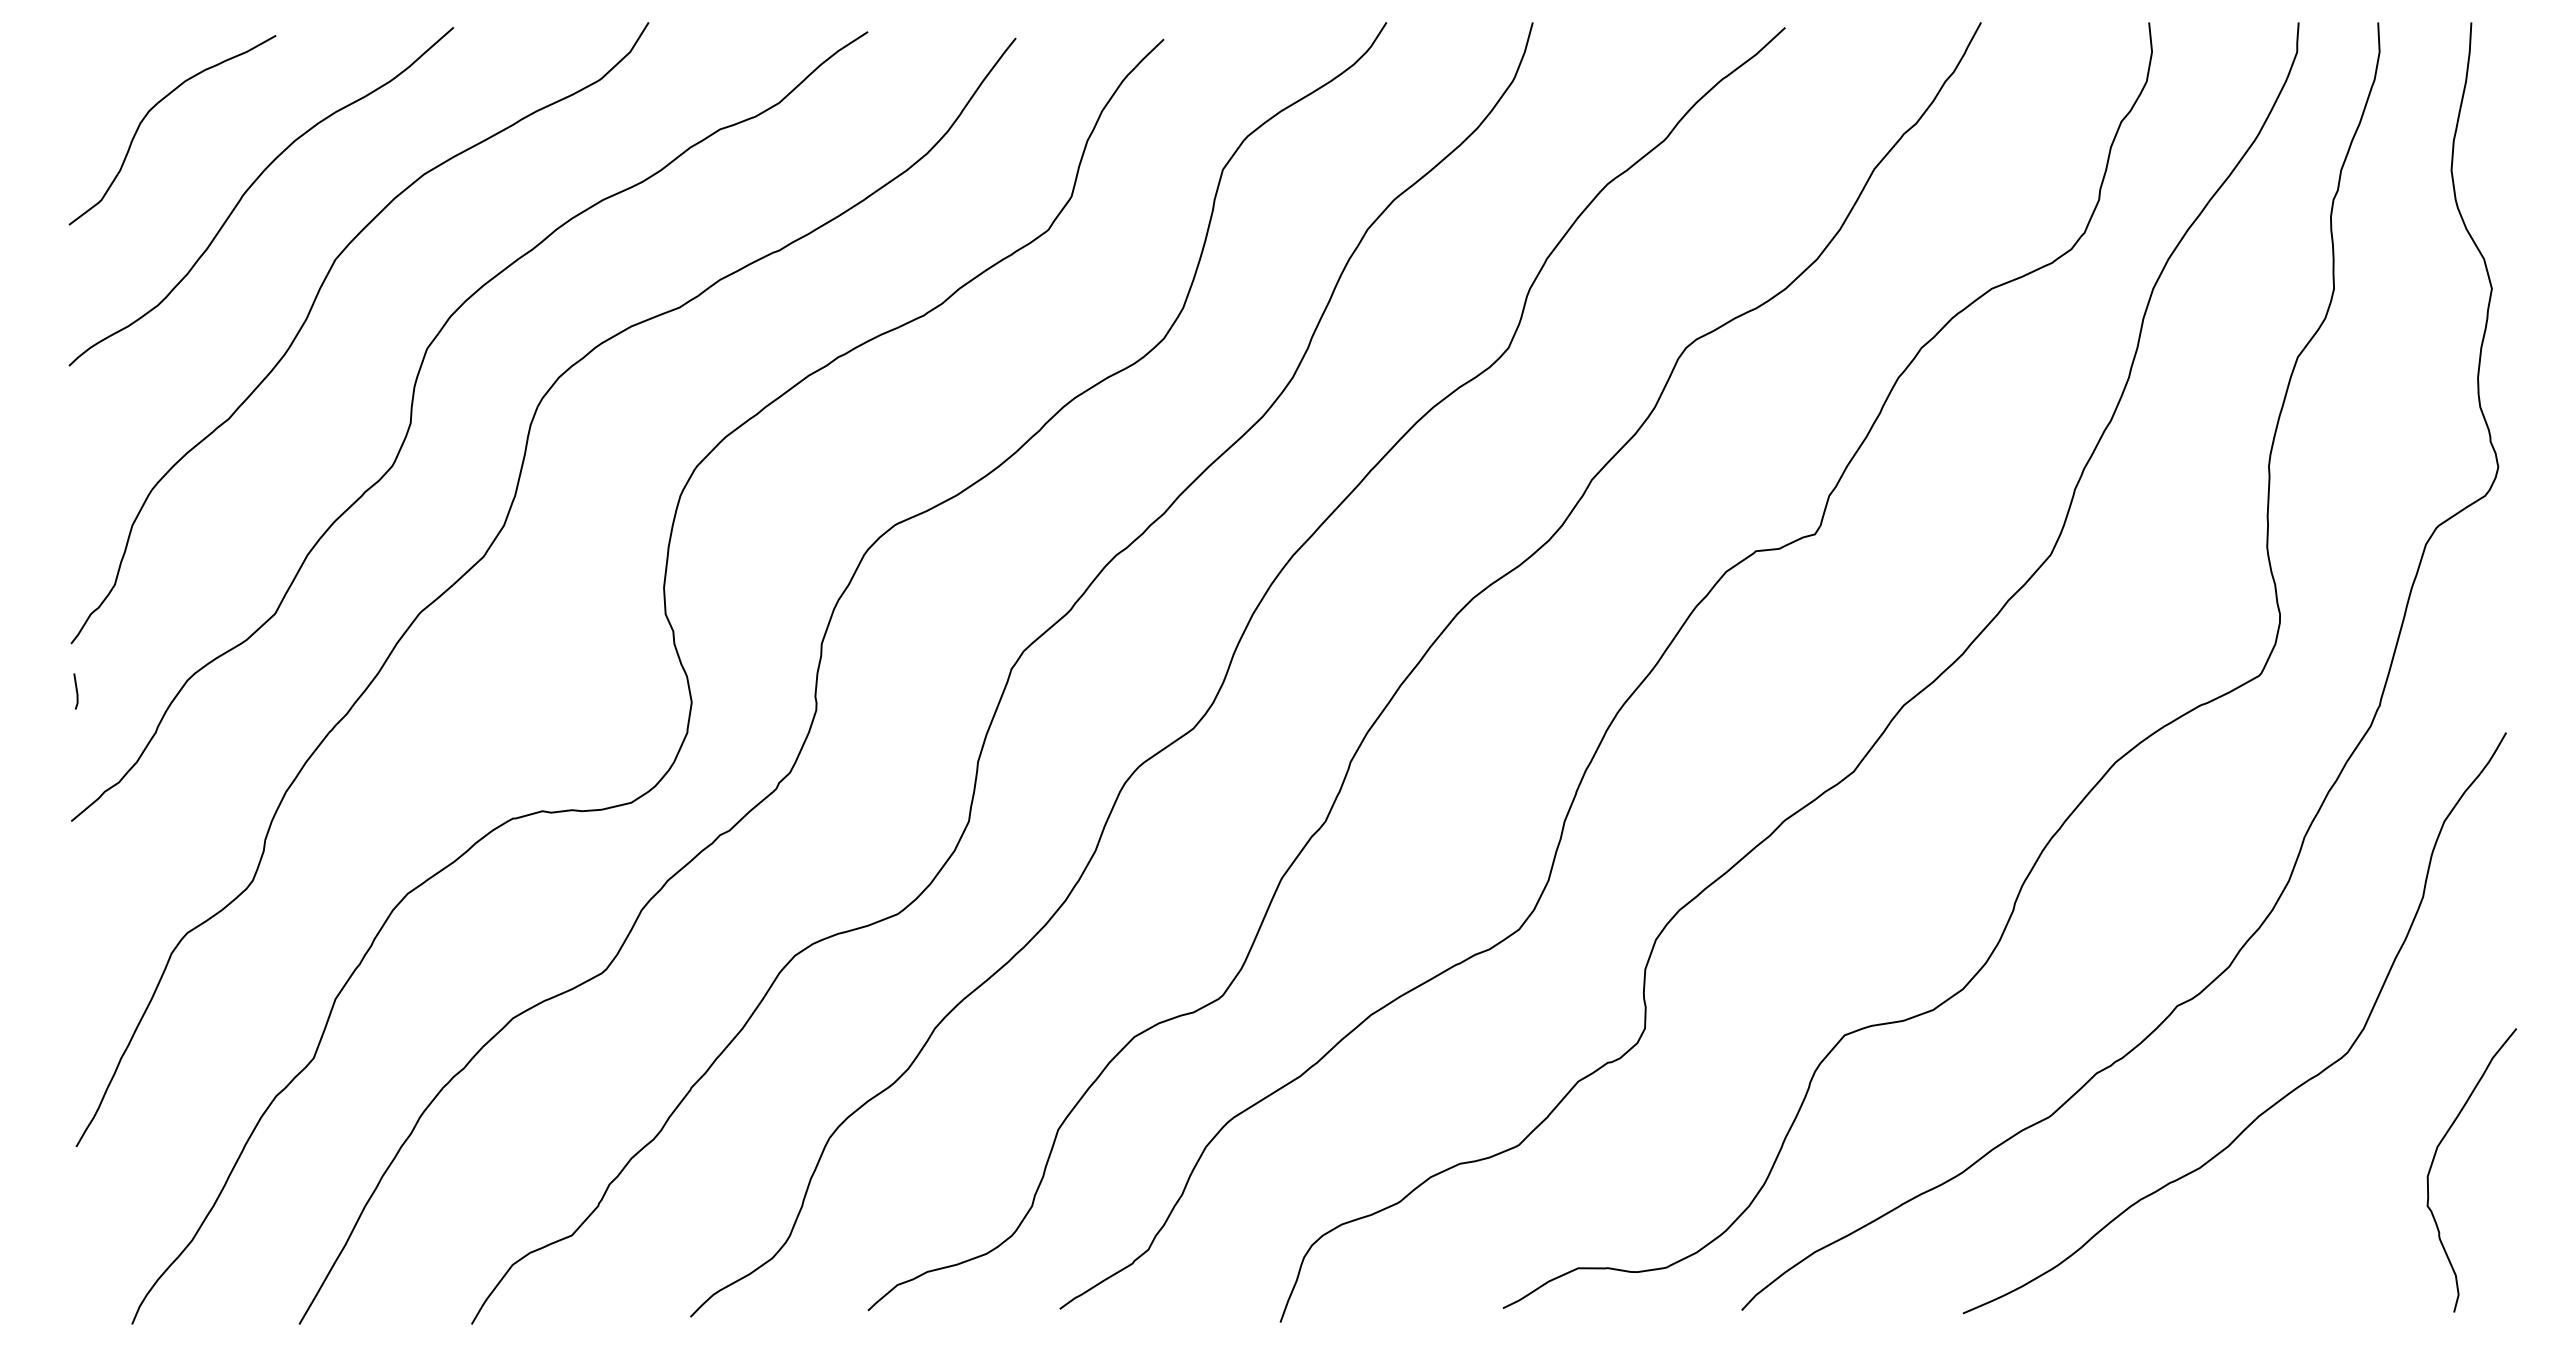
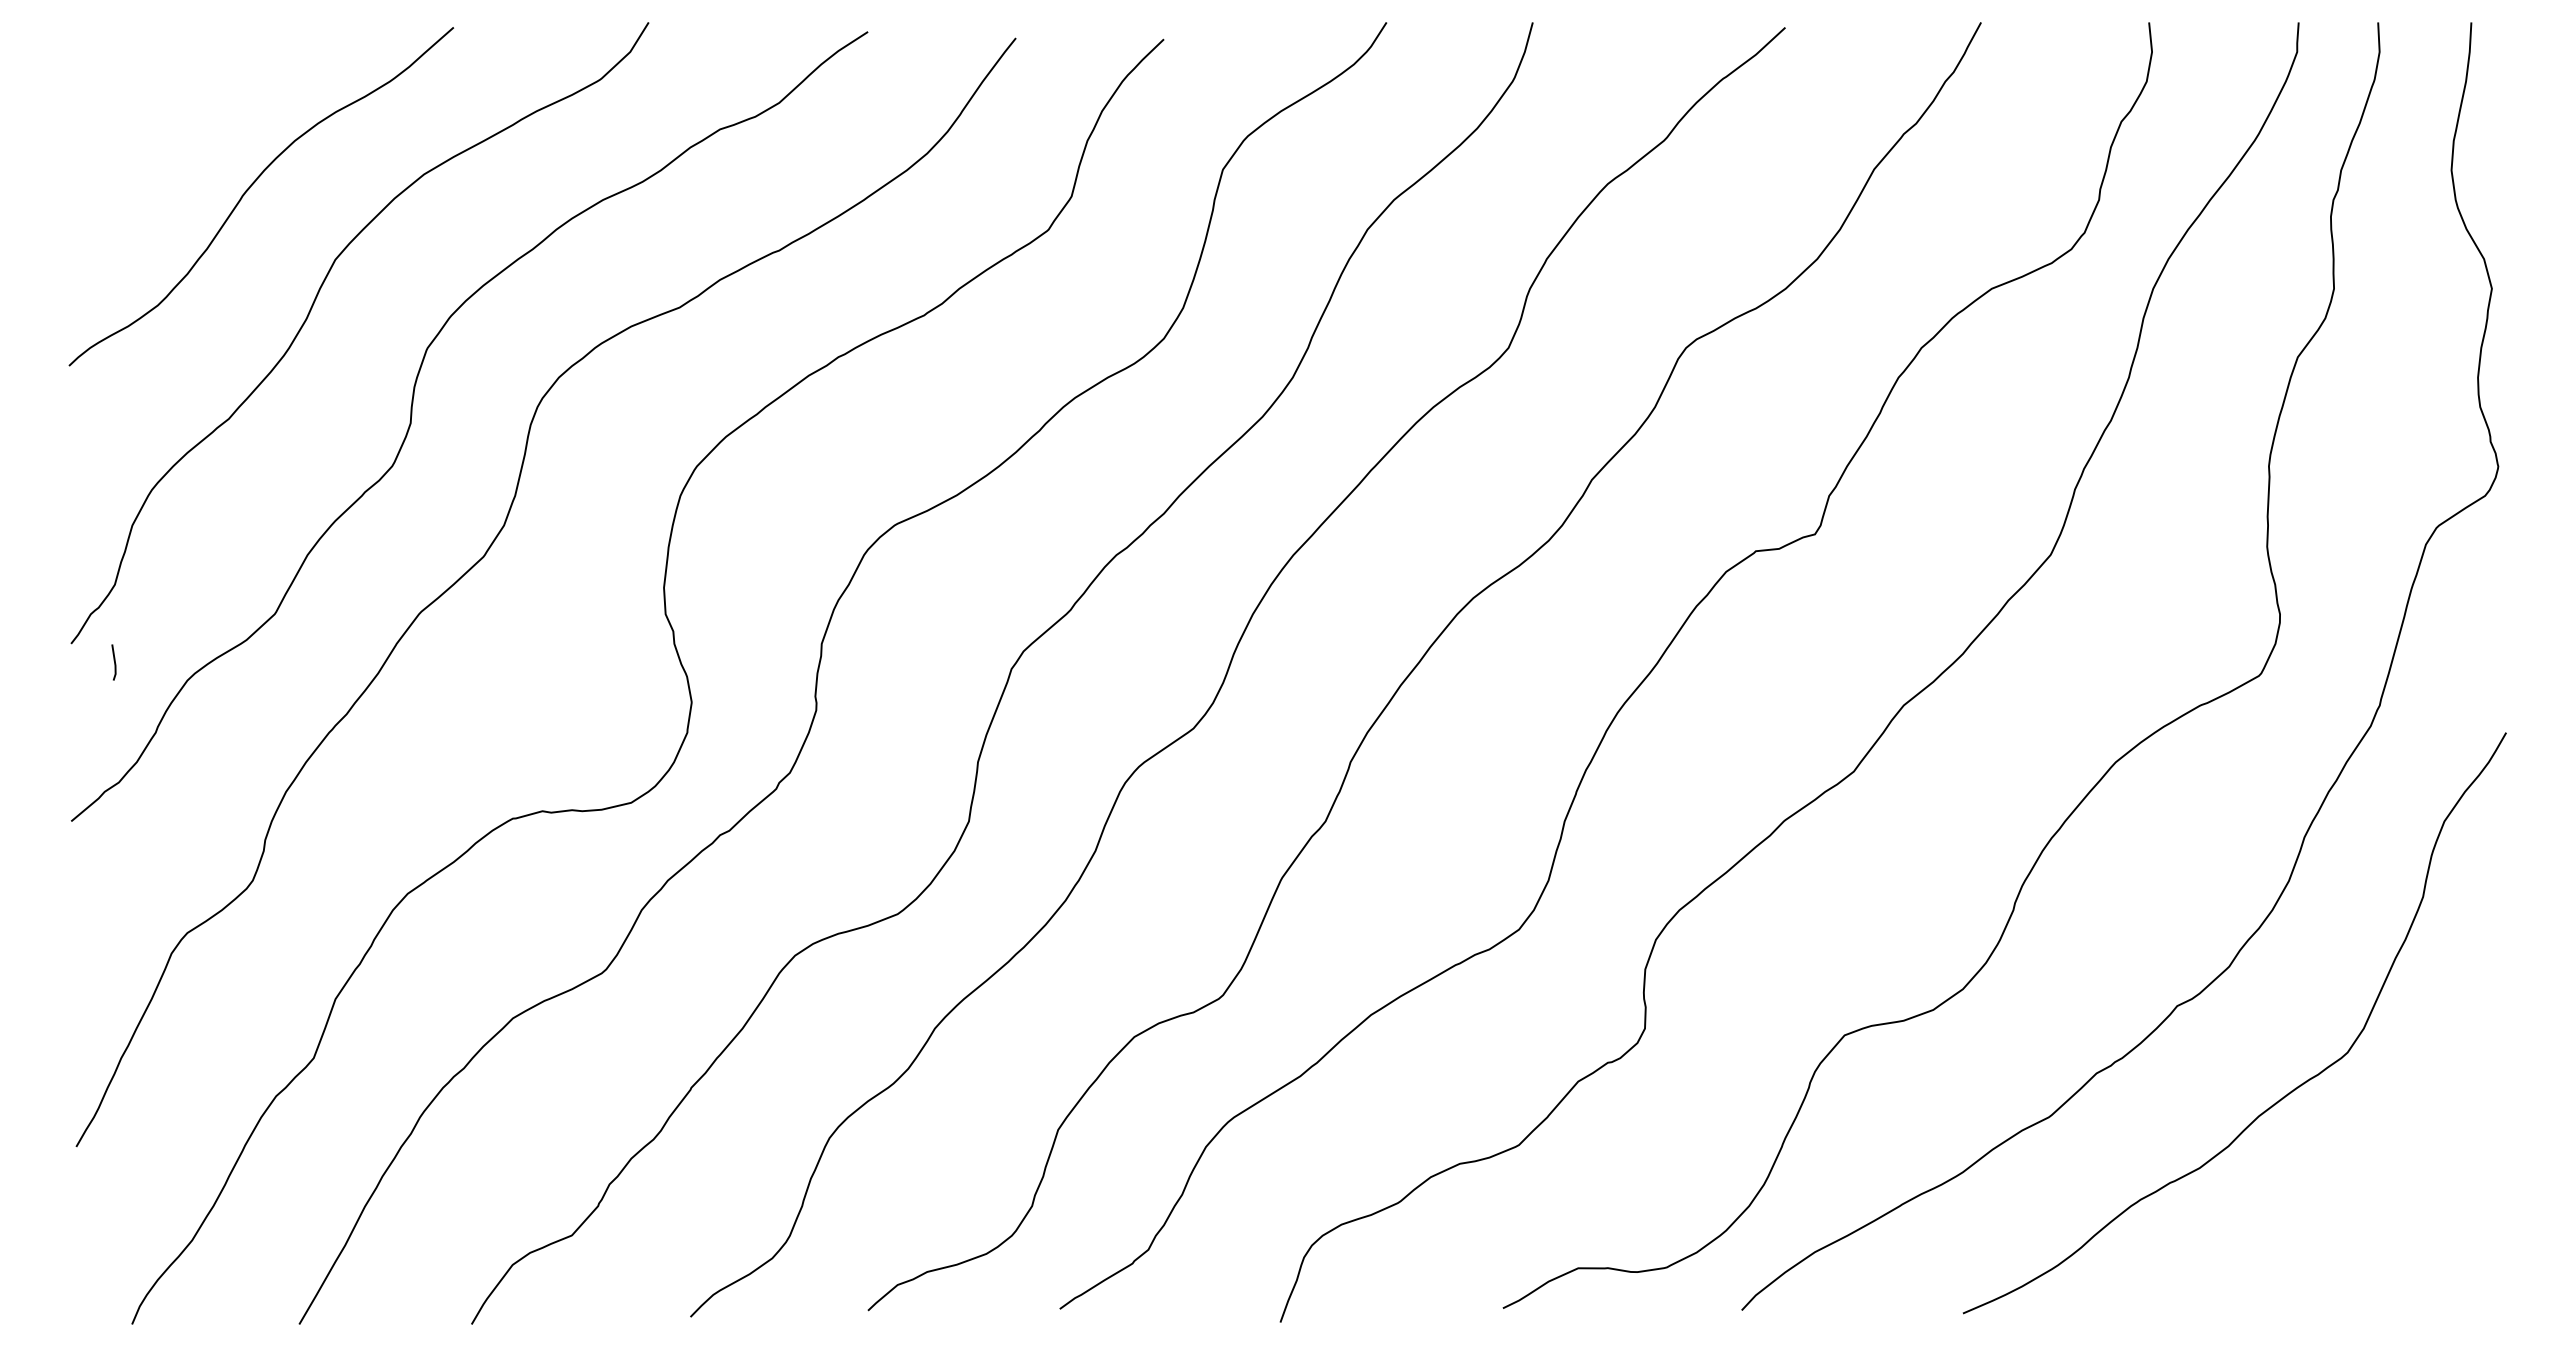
curve at (152, 109): present -> none
line at (76, 691) position: (76, 691) -> (114, 662)
curve at (2434, 1159): present -> none
